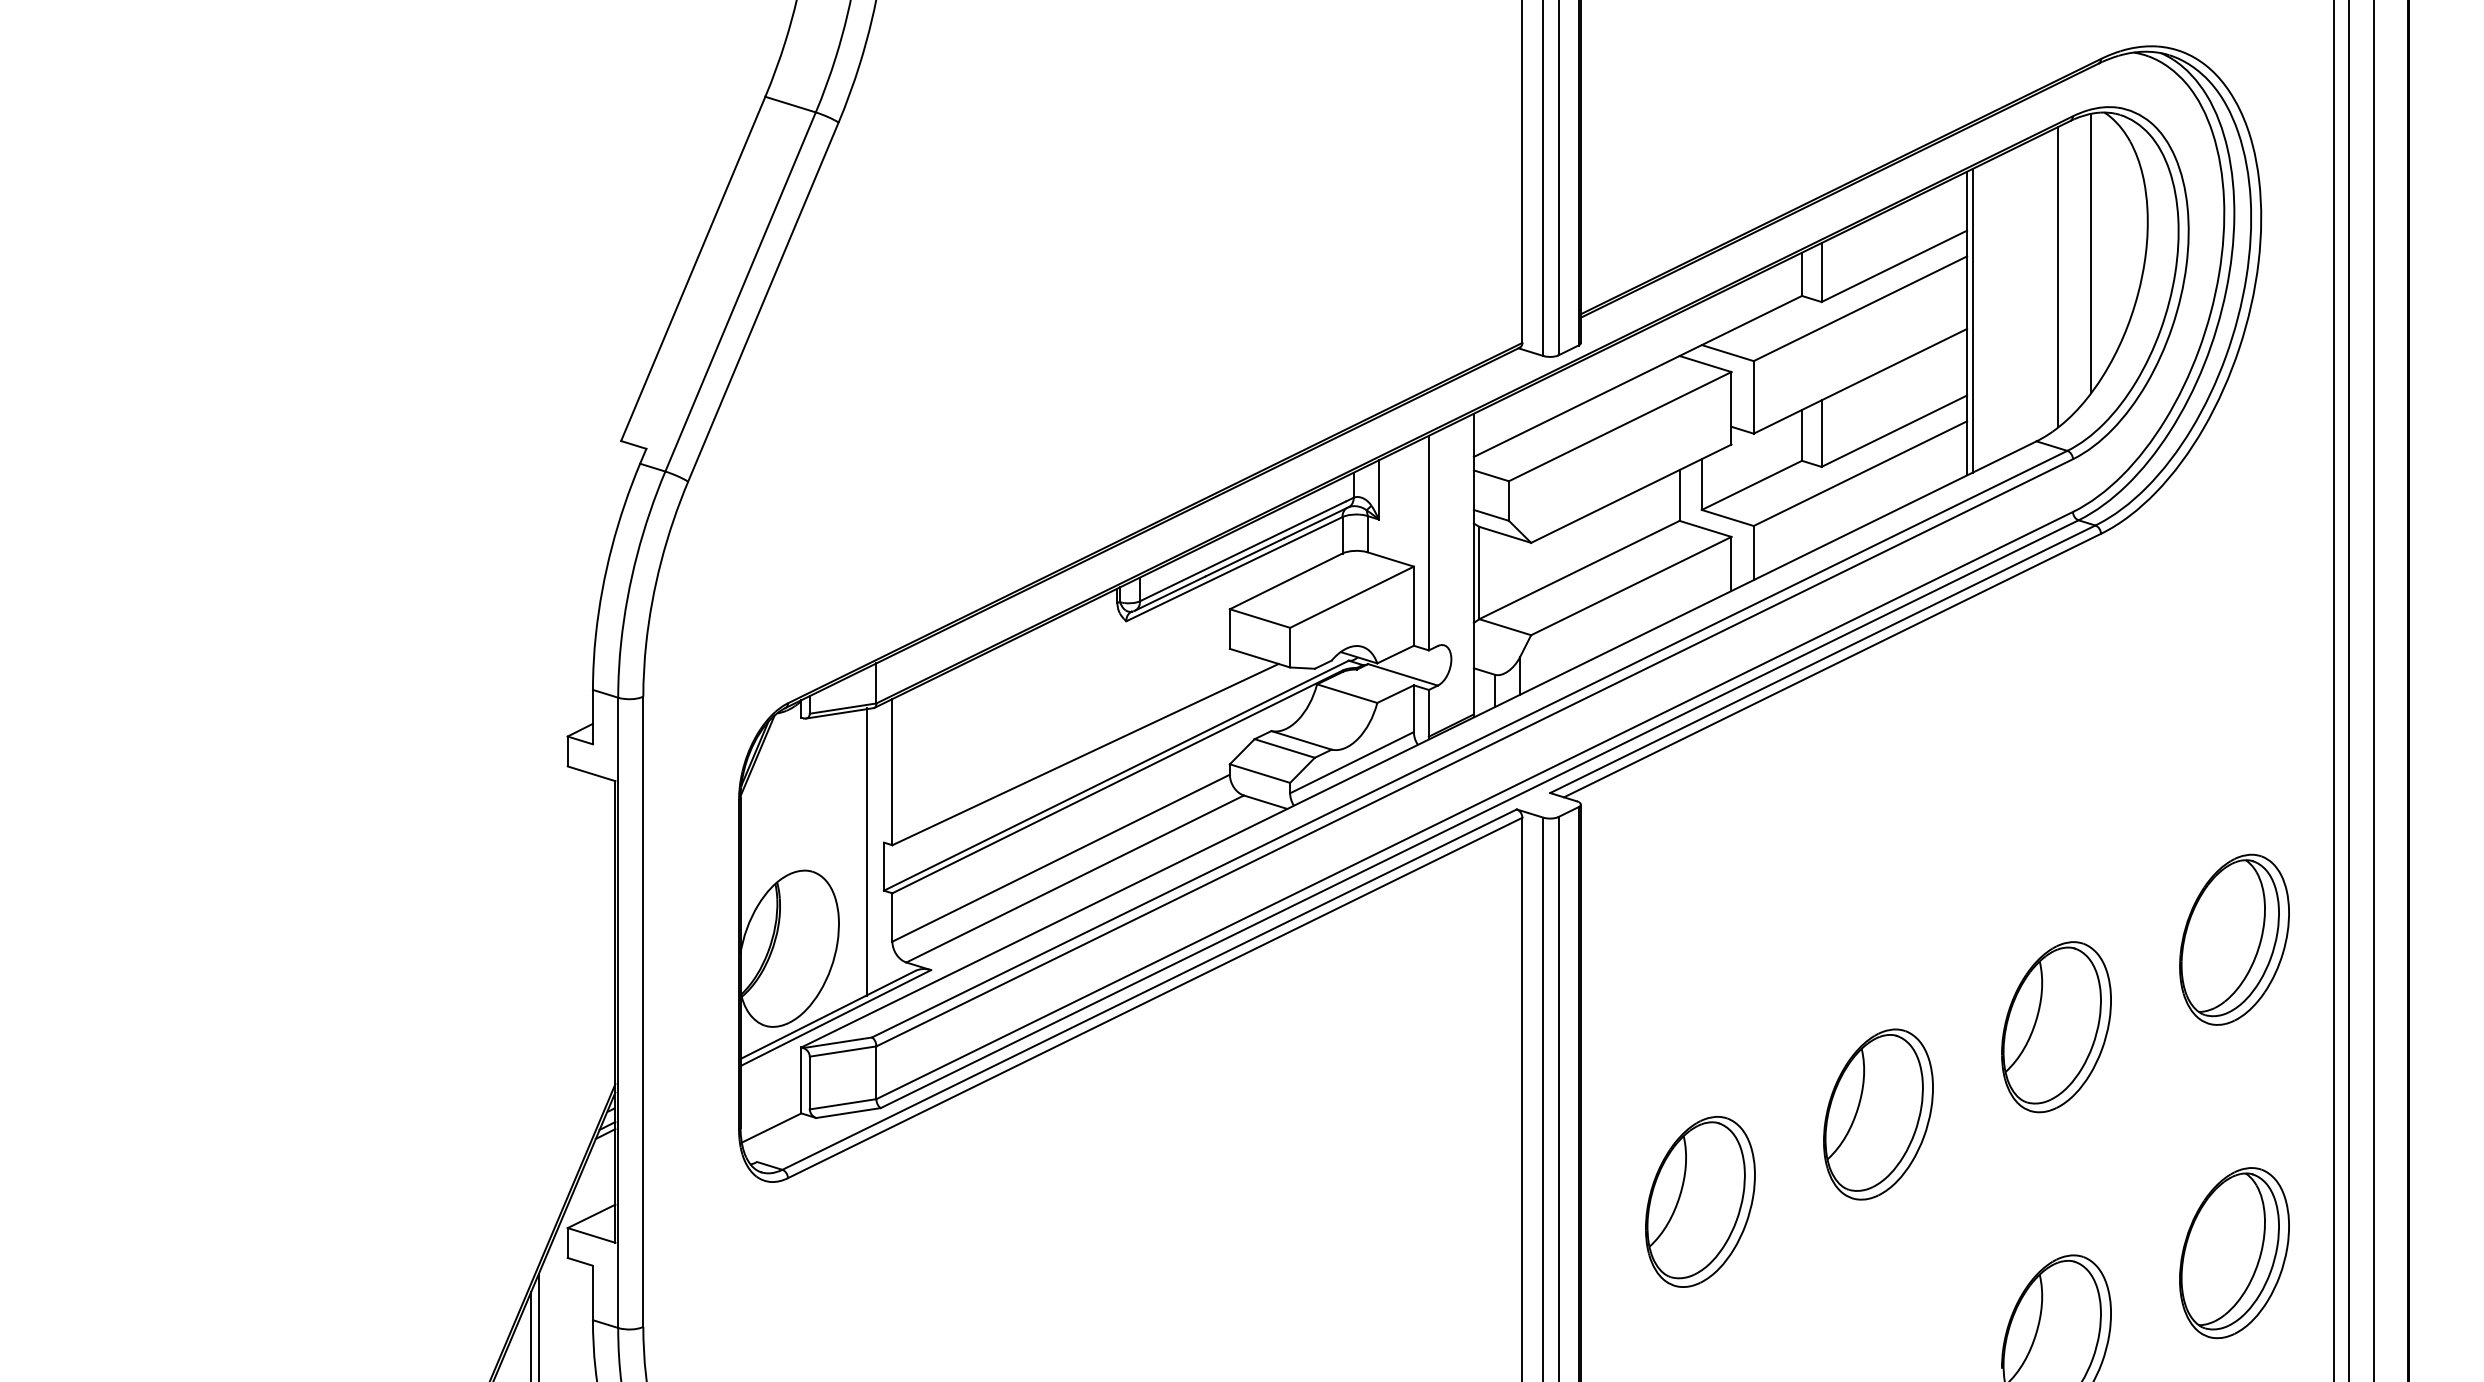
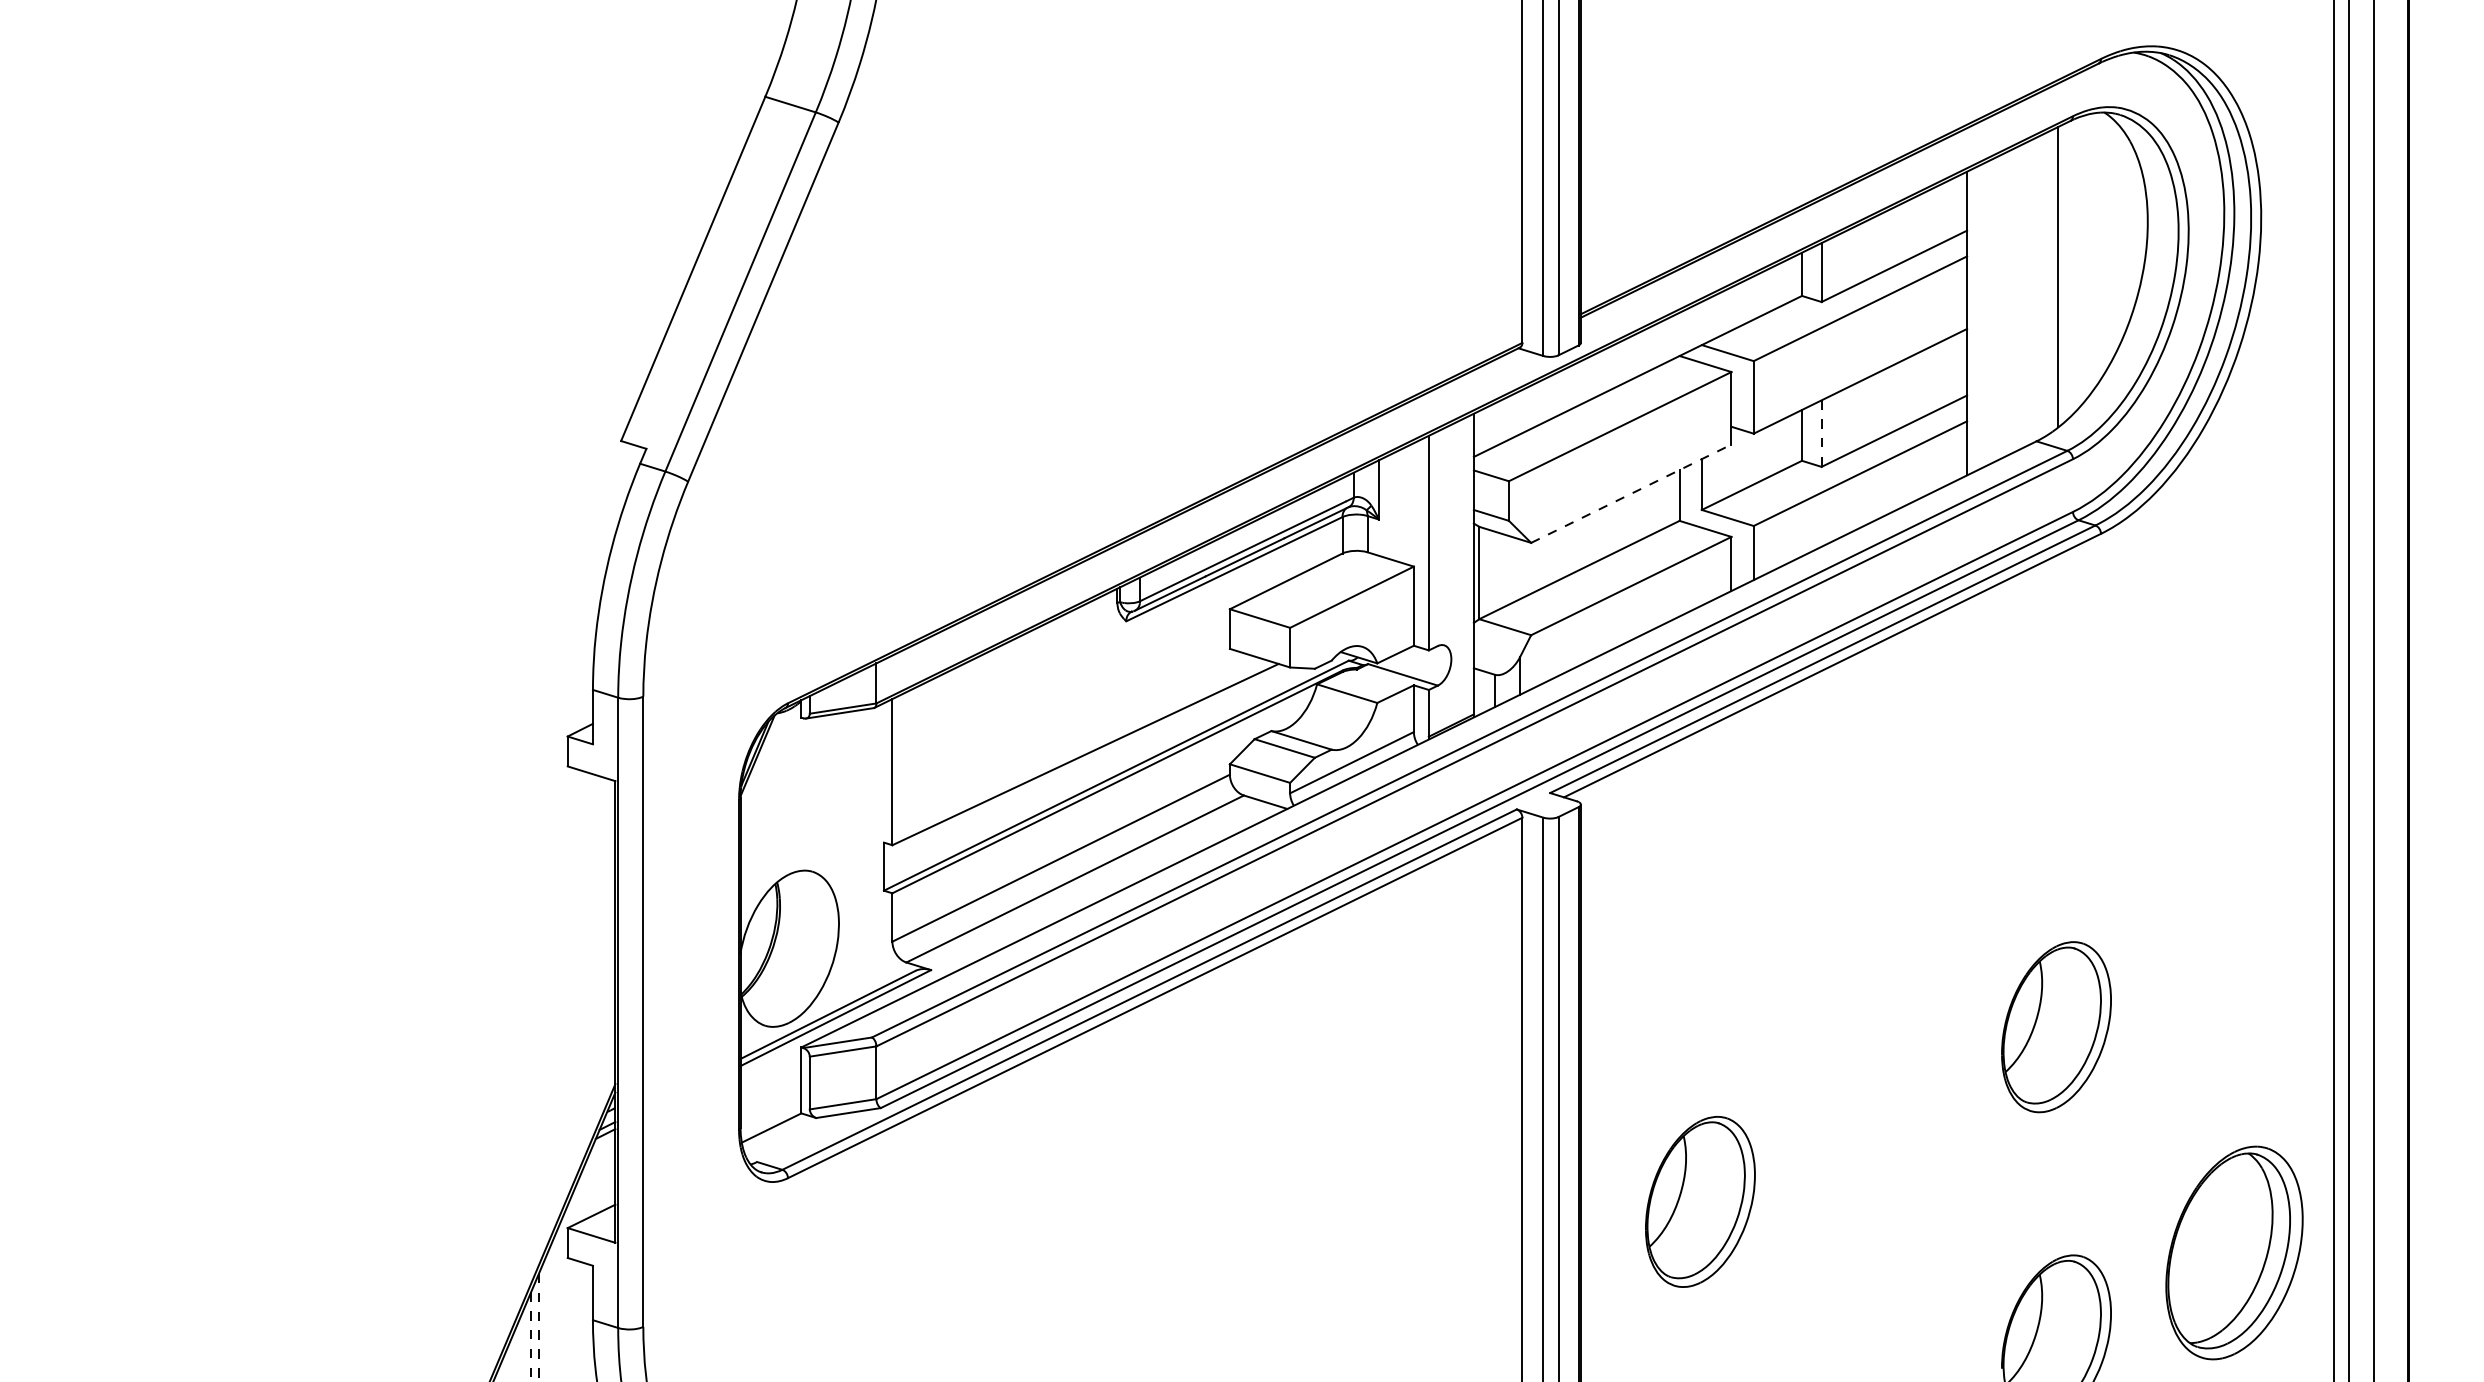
line at (2091, 253): present -> none
line at (1972, 320): present -> none
line at (1821, 434): solid -> dashed
line at (1631, 493): solid -> dashed
line at (866, 851): present -> none
part at (2234, 939): present -> none
part at (1878, 1114): present -> none
part at (2234, 1253) size: 111x173 px -> 139x216 px
line at (538, 1327): solid -> dashed
line at (531, 1337): solid -> dashed
